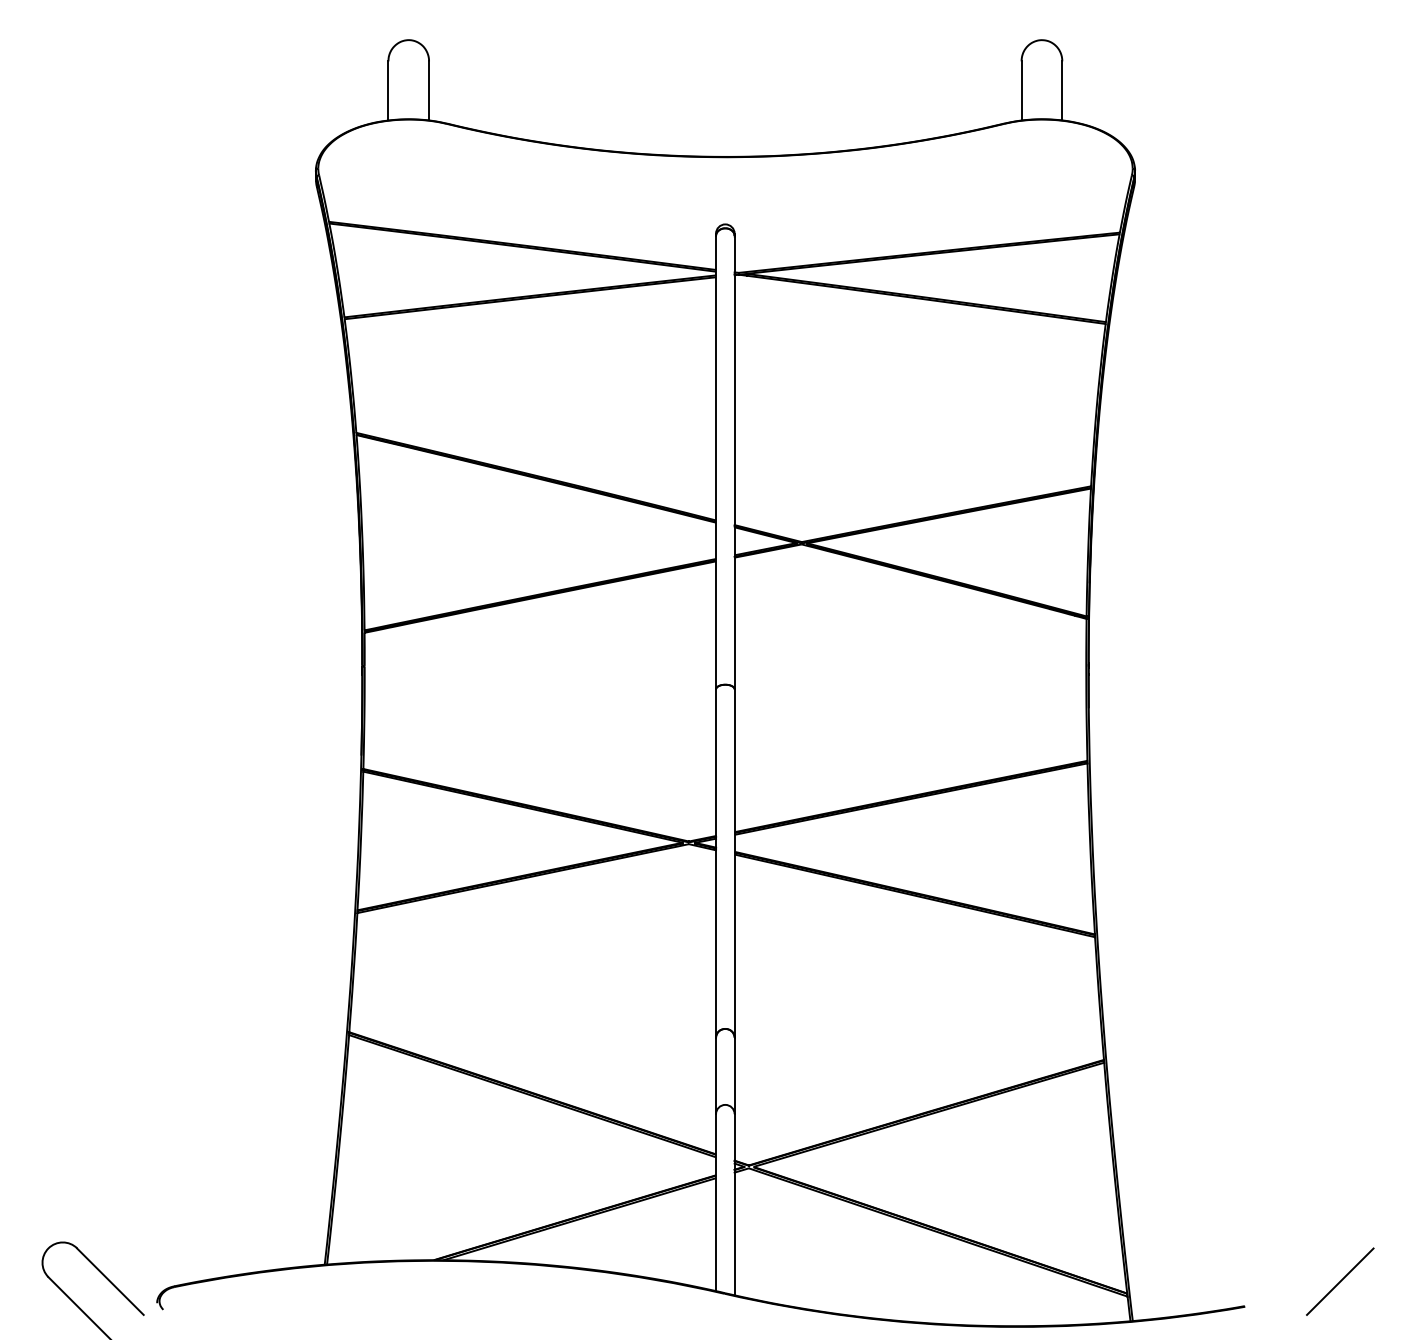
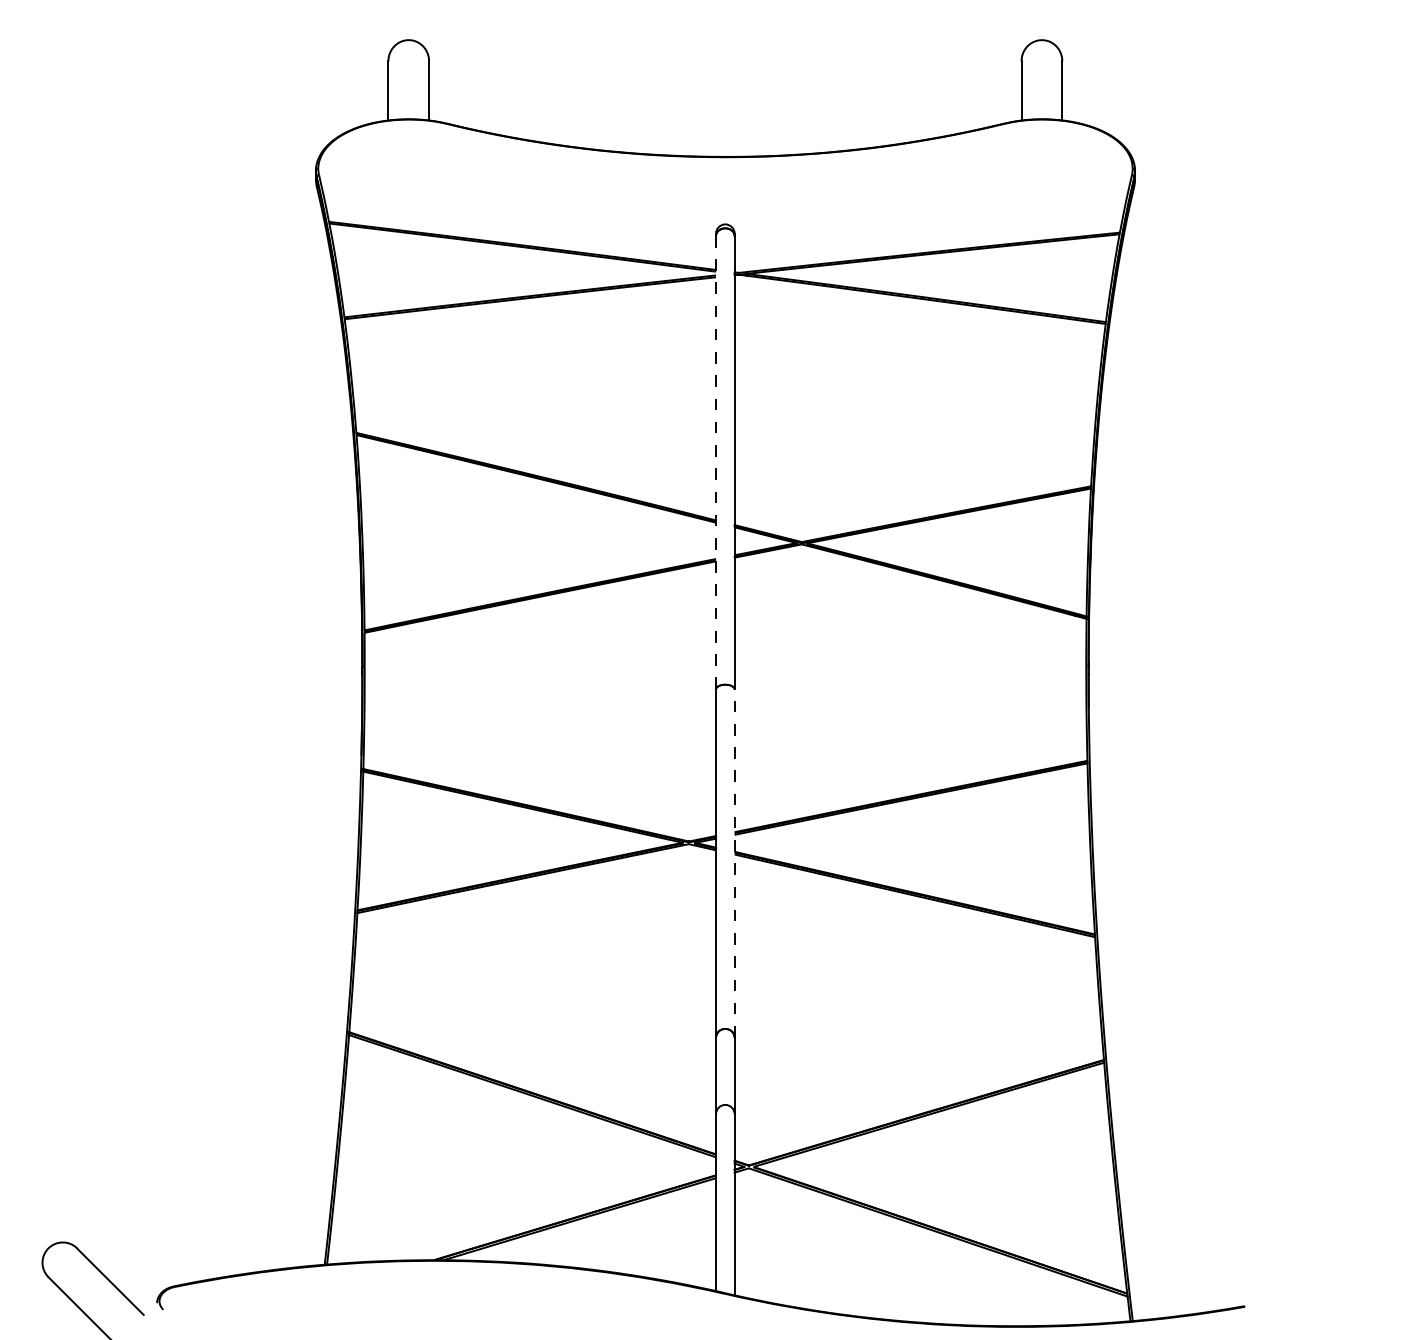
line at (716, 462): solid -> dashed
line at (734, 863): solid -> dashed
line at (1340, 1281): present -> none
